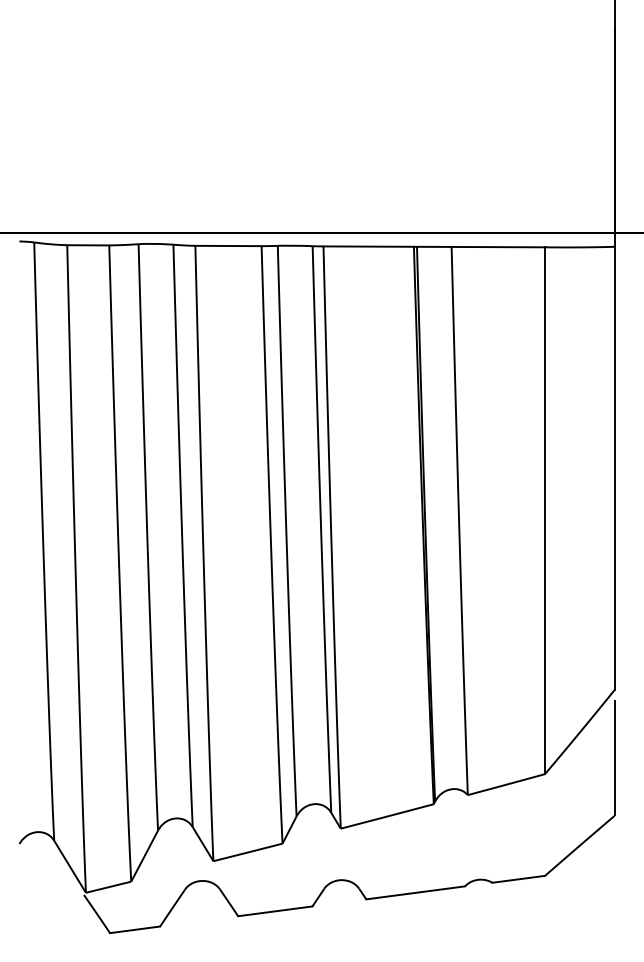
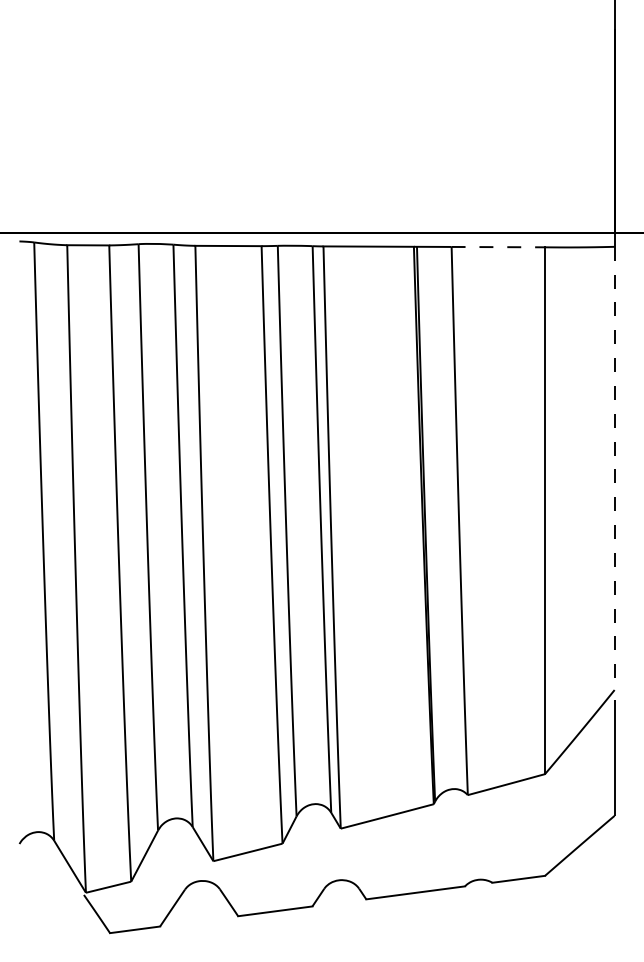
line at (498, 247): solid -> dashed
line at (614, 468): solid -> dashed
